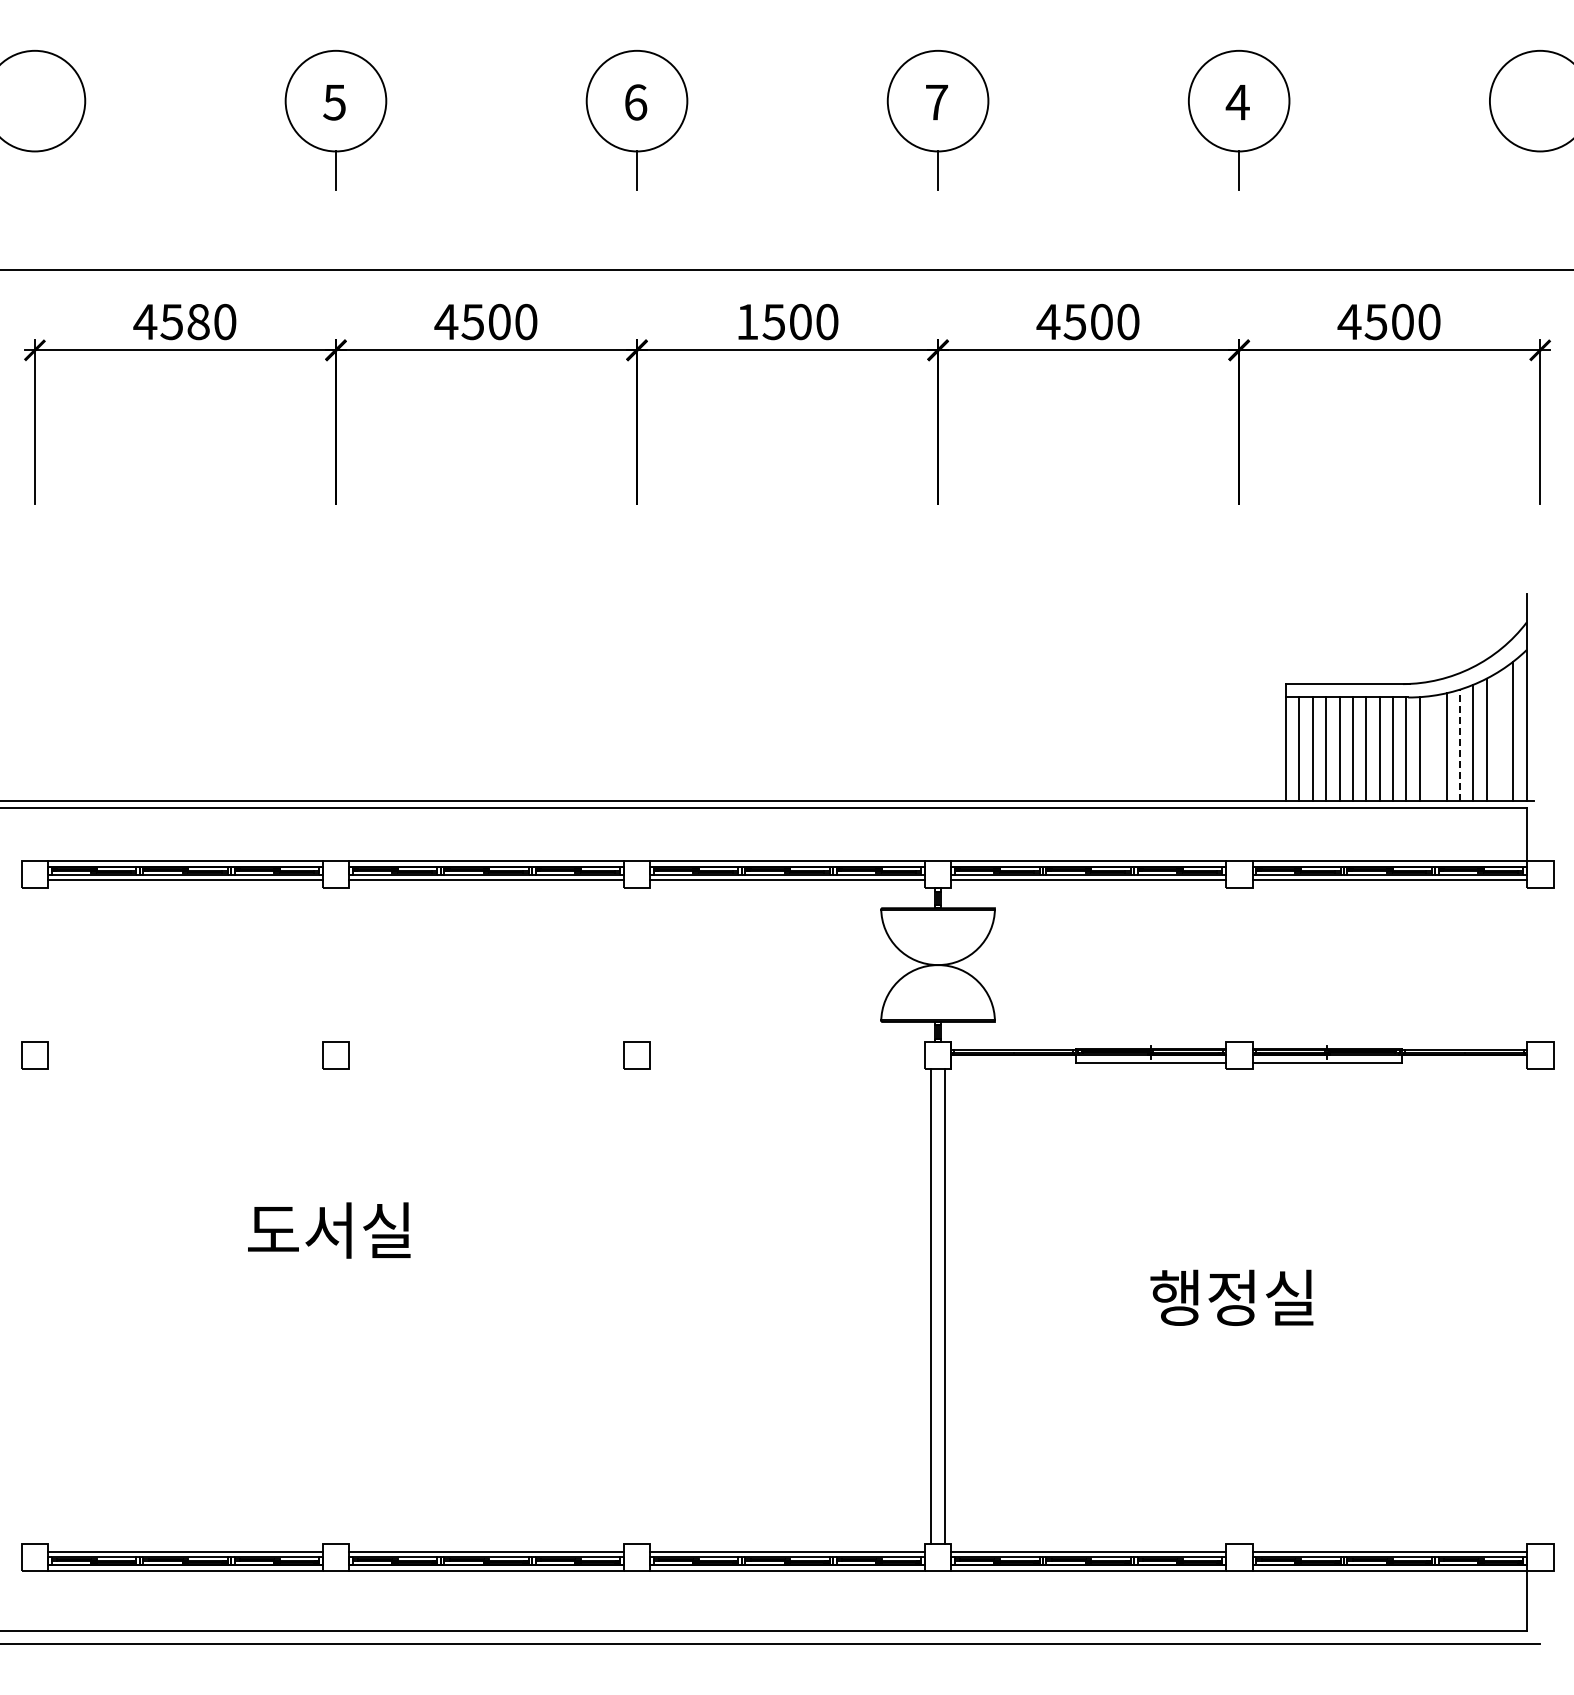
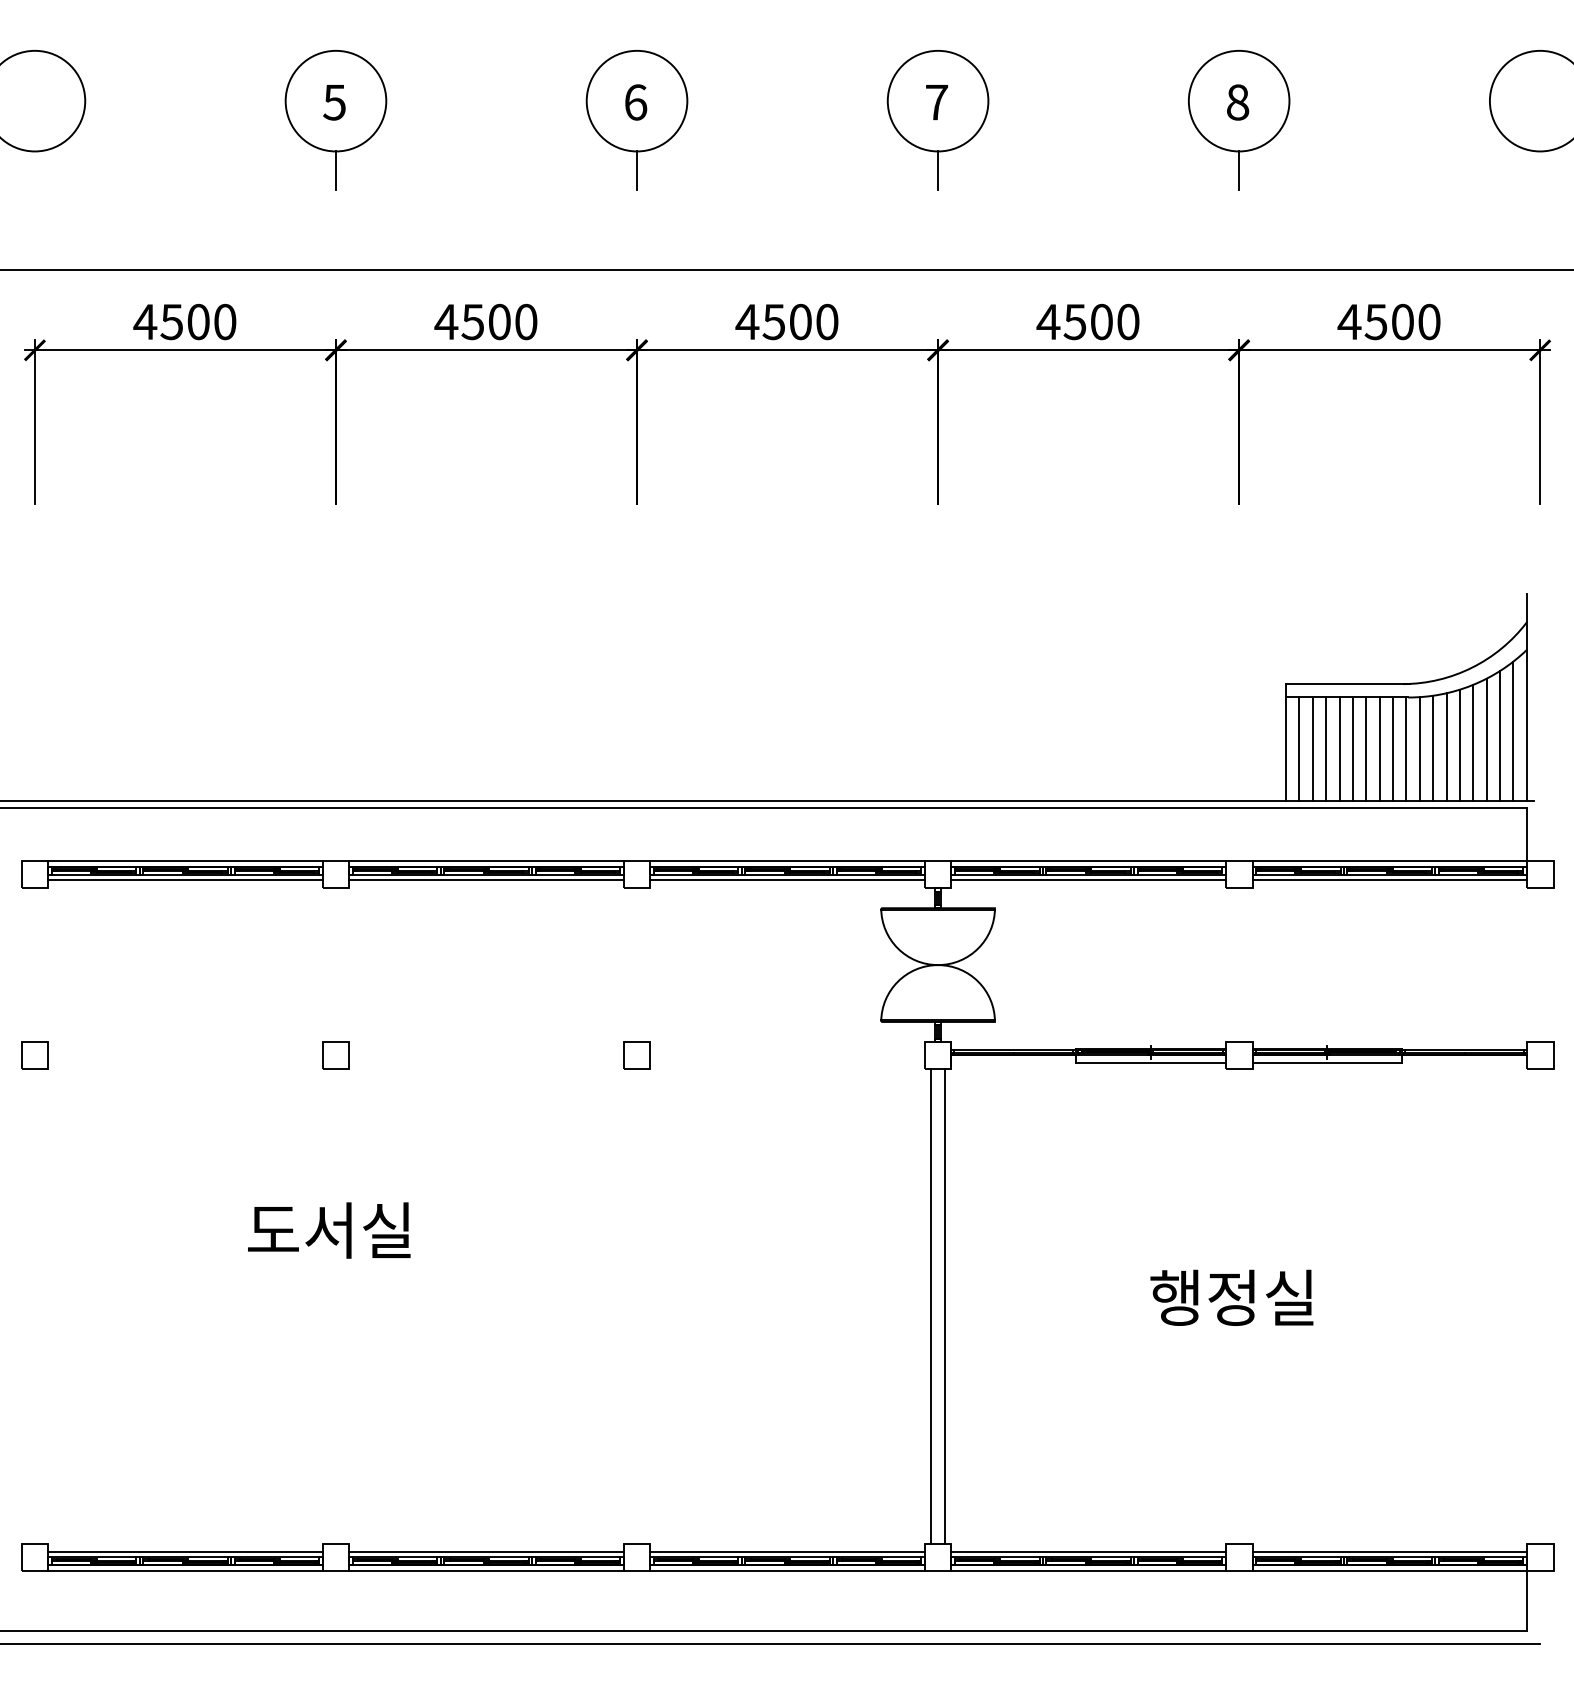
text at (1237, 102): 4 -> 8
text at (198, 321): 4580 -> 4500
text at (747, 321): 1500 -> 4500
line at (1500, 736): none -> present
line at (1459, 745): dashed -> solid
line at (1433, 748): none -> present
